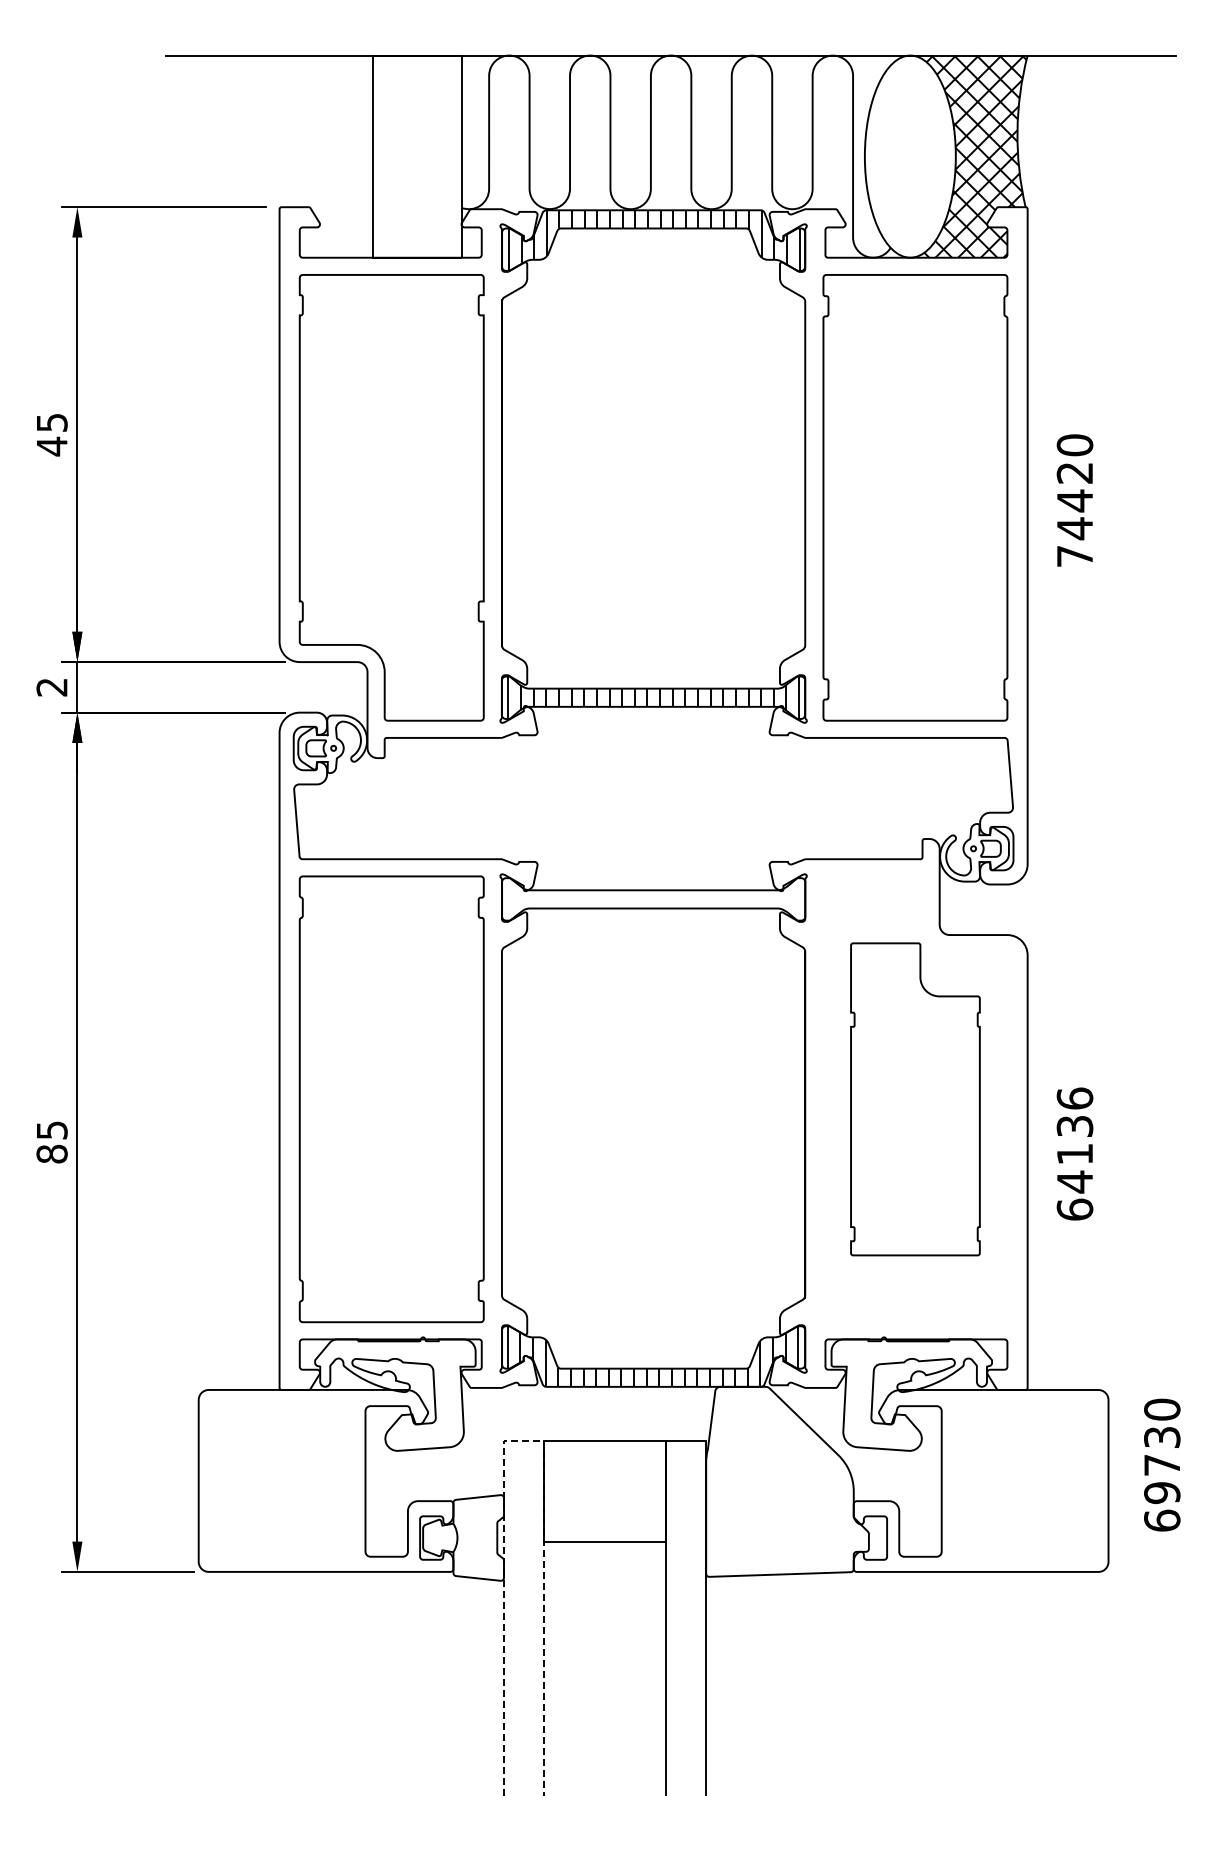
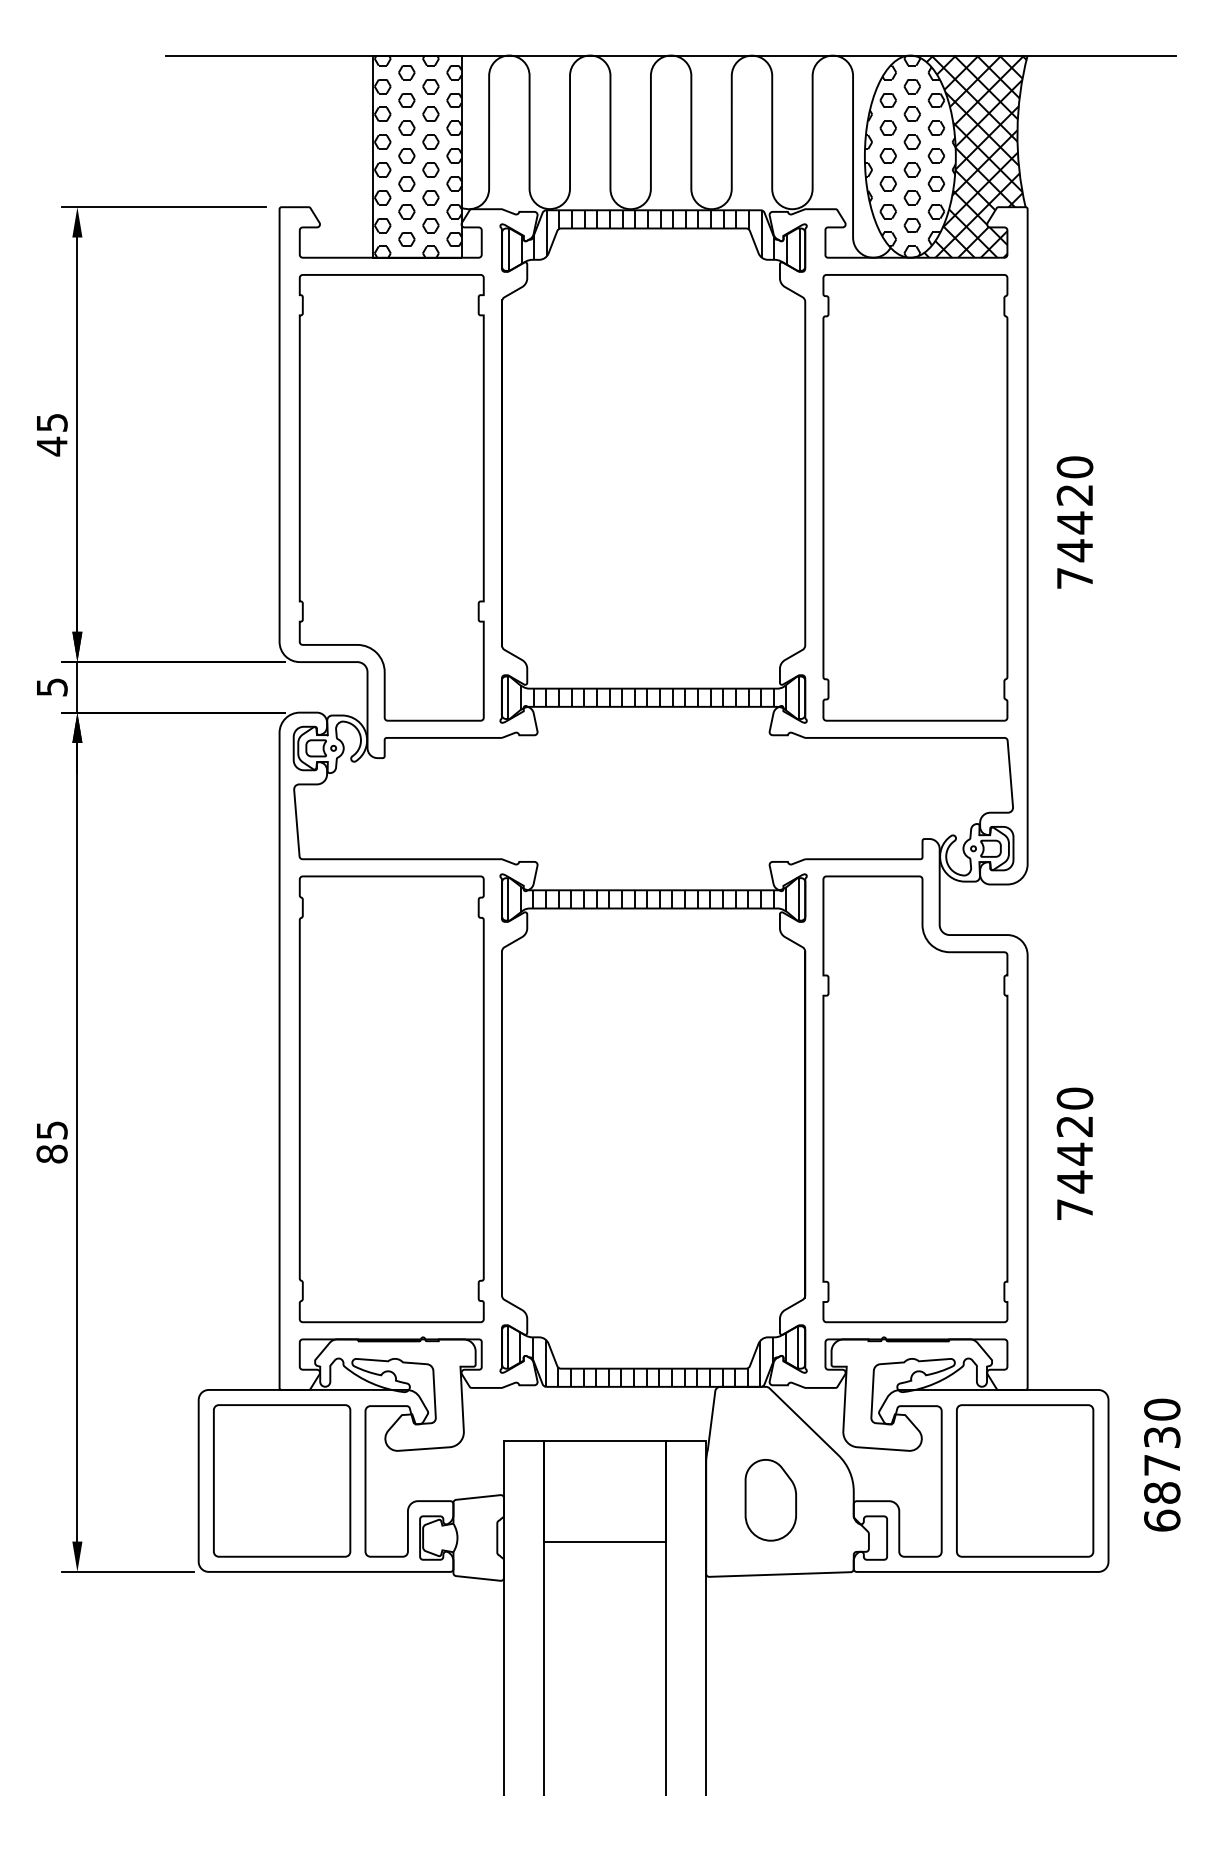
hatch at (417, 156): none -> present
hatch at (909, 156): none -> present
text at (1074, 500) position: (1074, 500) -> (1074, 522)
text at (51, 687): 2 -> 5
hatch at (653, 899): none -> present
part at (915, 1099) size: 131x315 px -> 187x449 px
text at (1074, 1153): 64136 -> 74420
line at (524, 1440): dashed -> solid
part at (282, 1480): none -> present
part at (1025, 1480): none -> present
text at (1162, 1493): 69730 -> 68730
part at (770, 1500): none -> present
